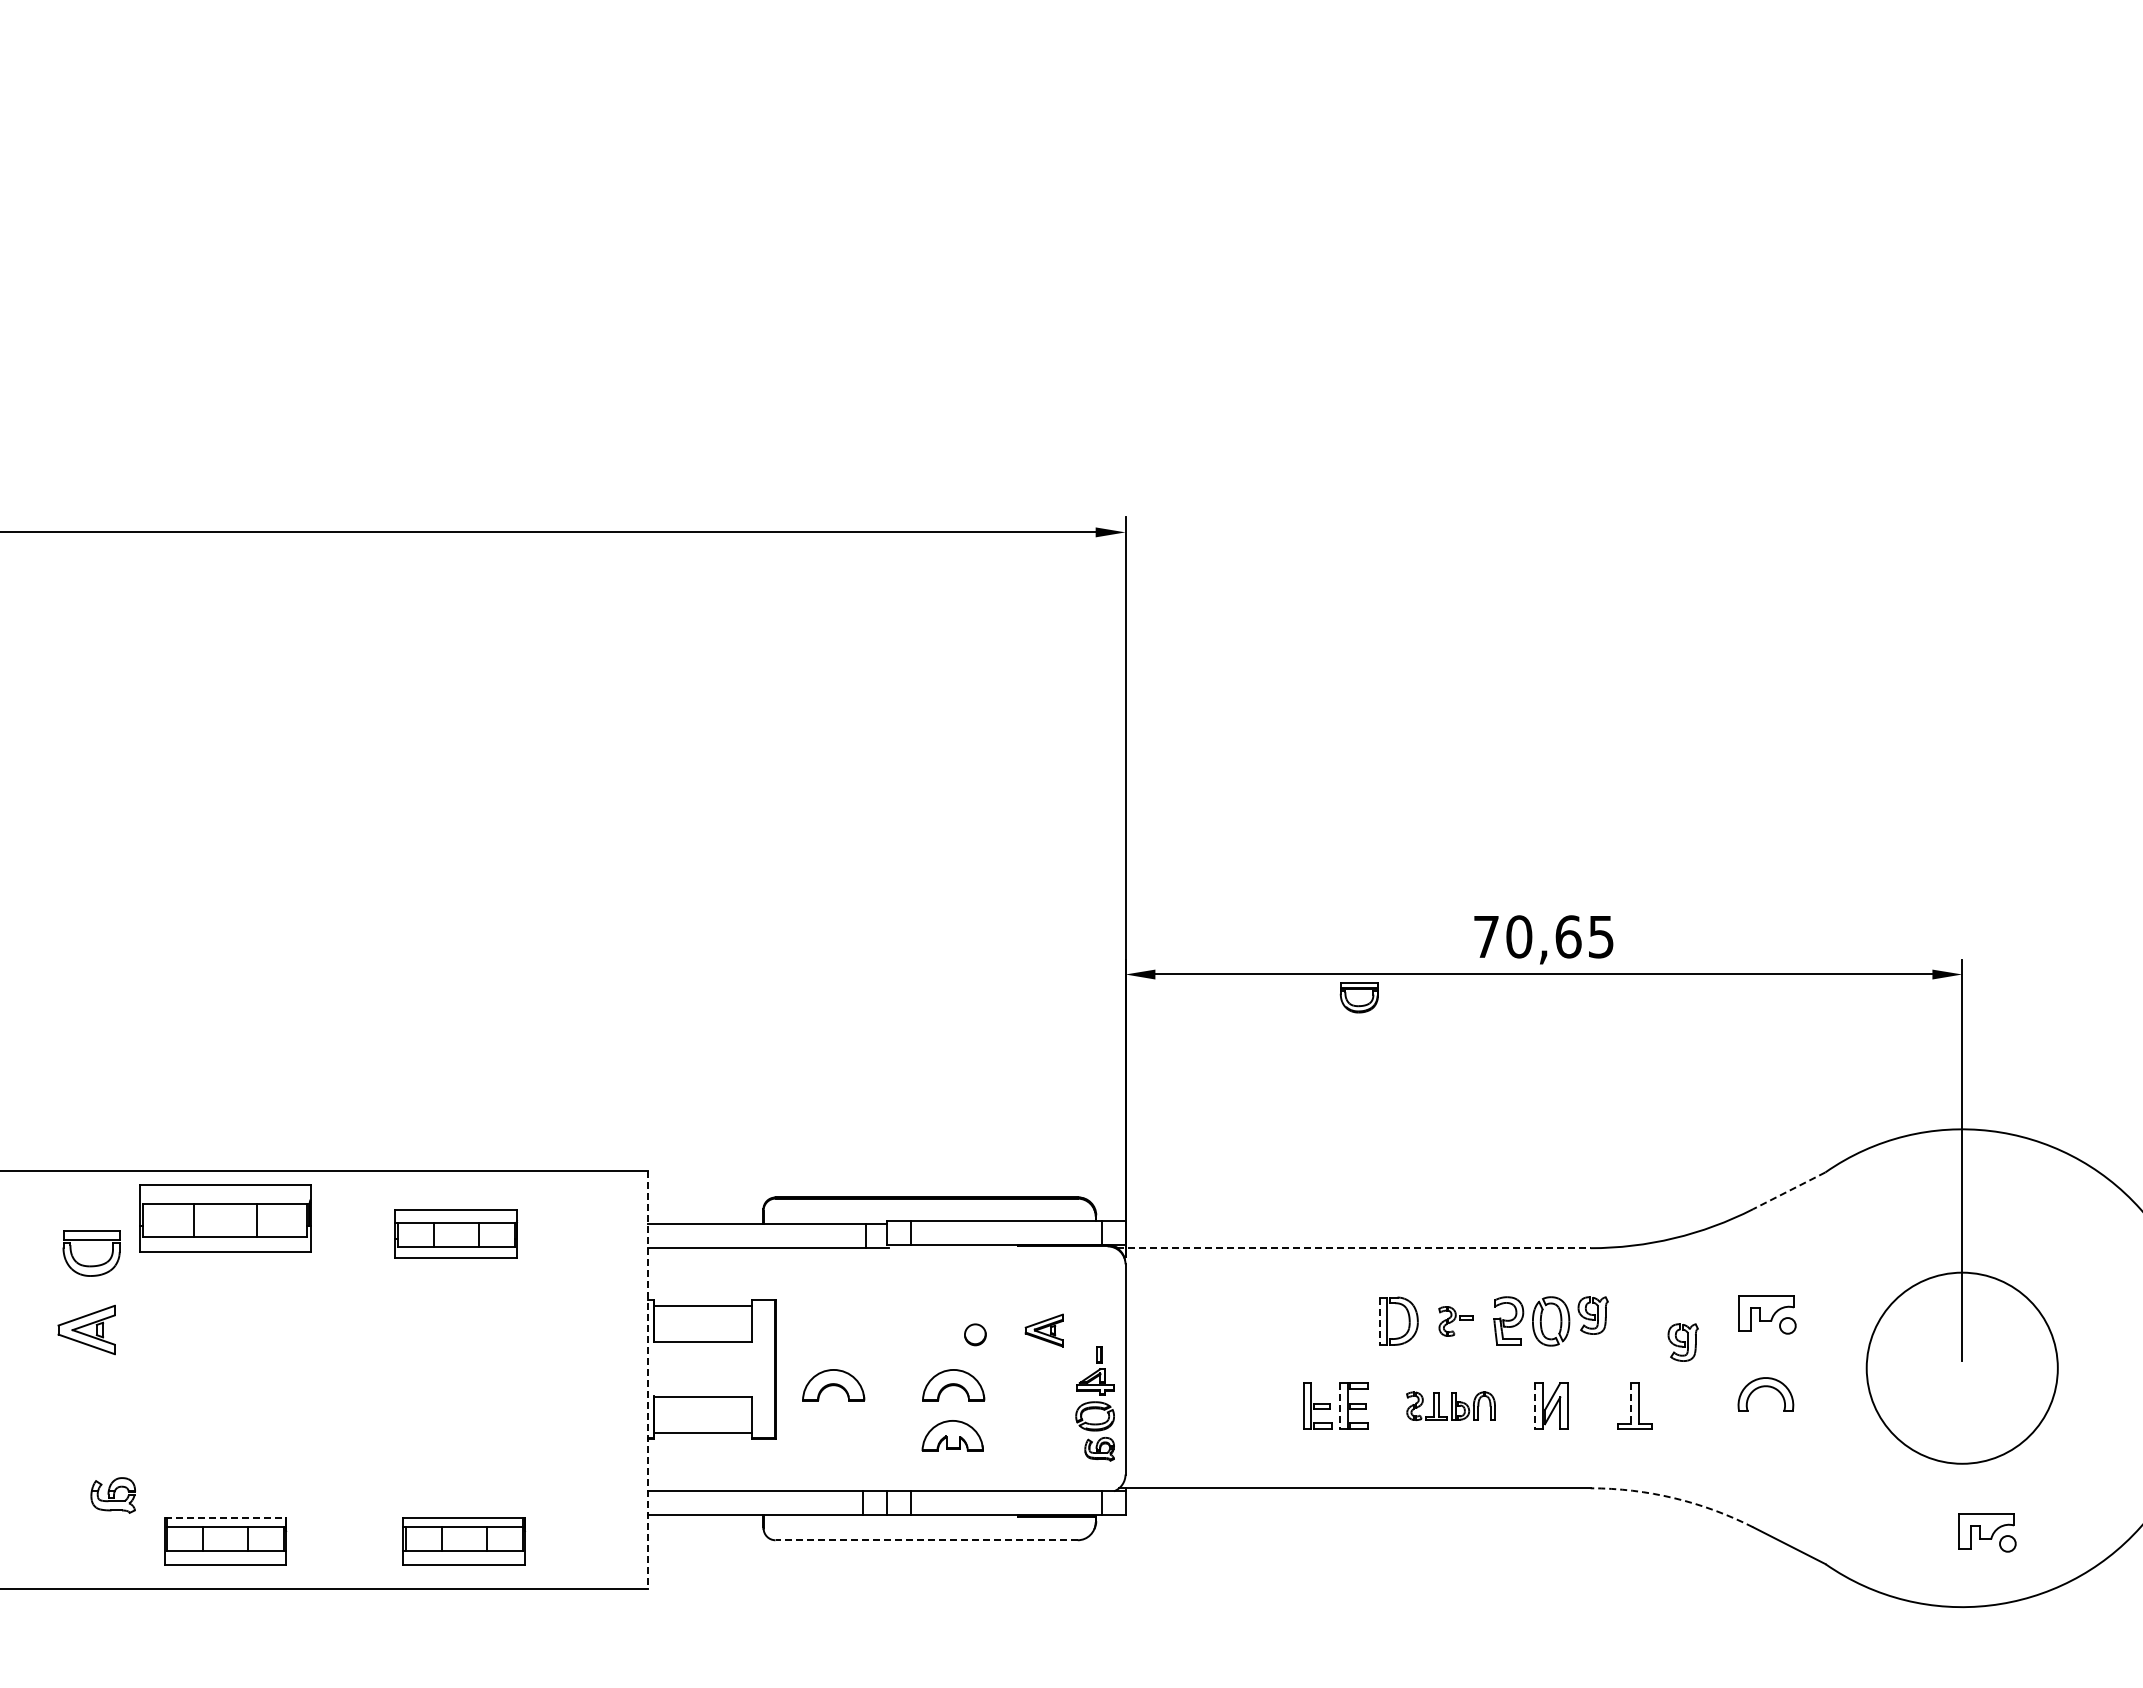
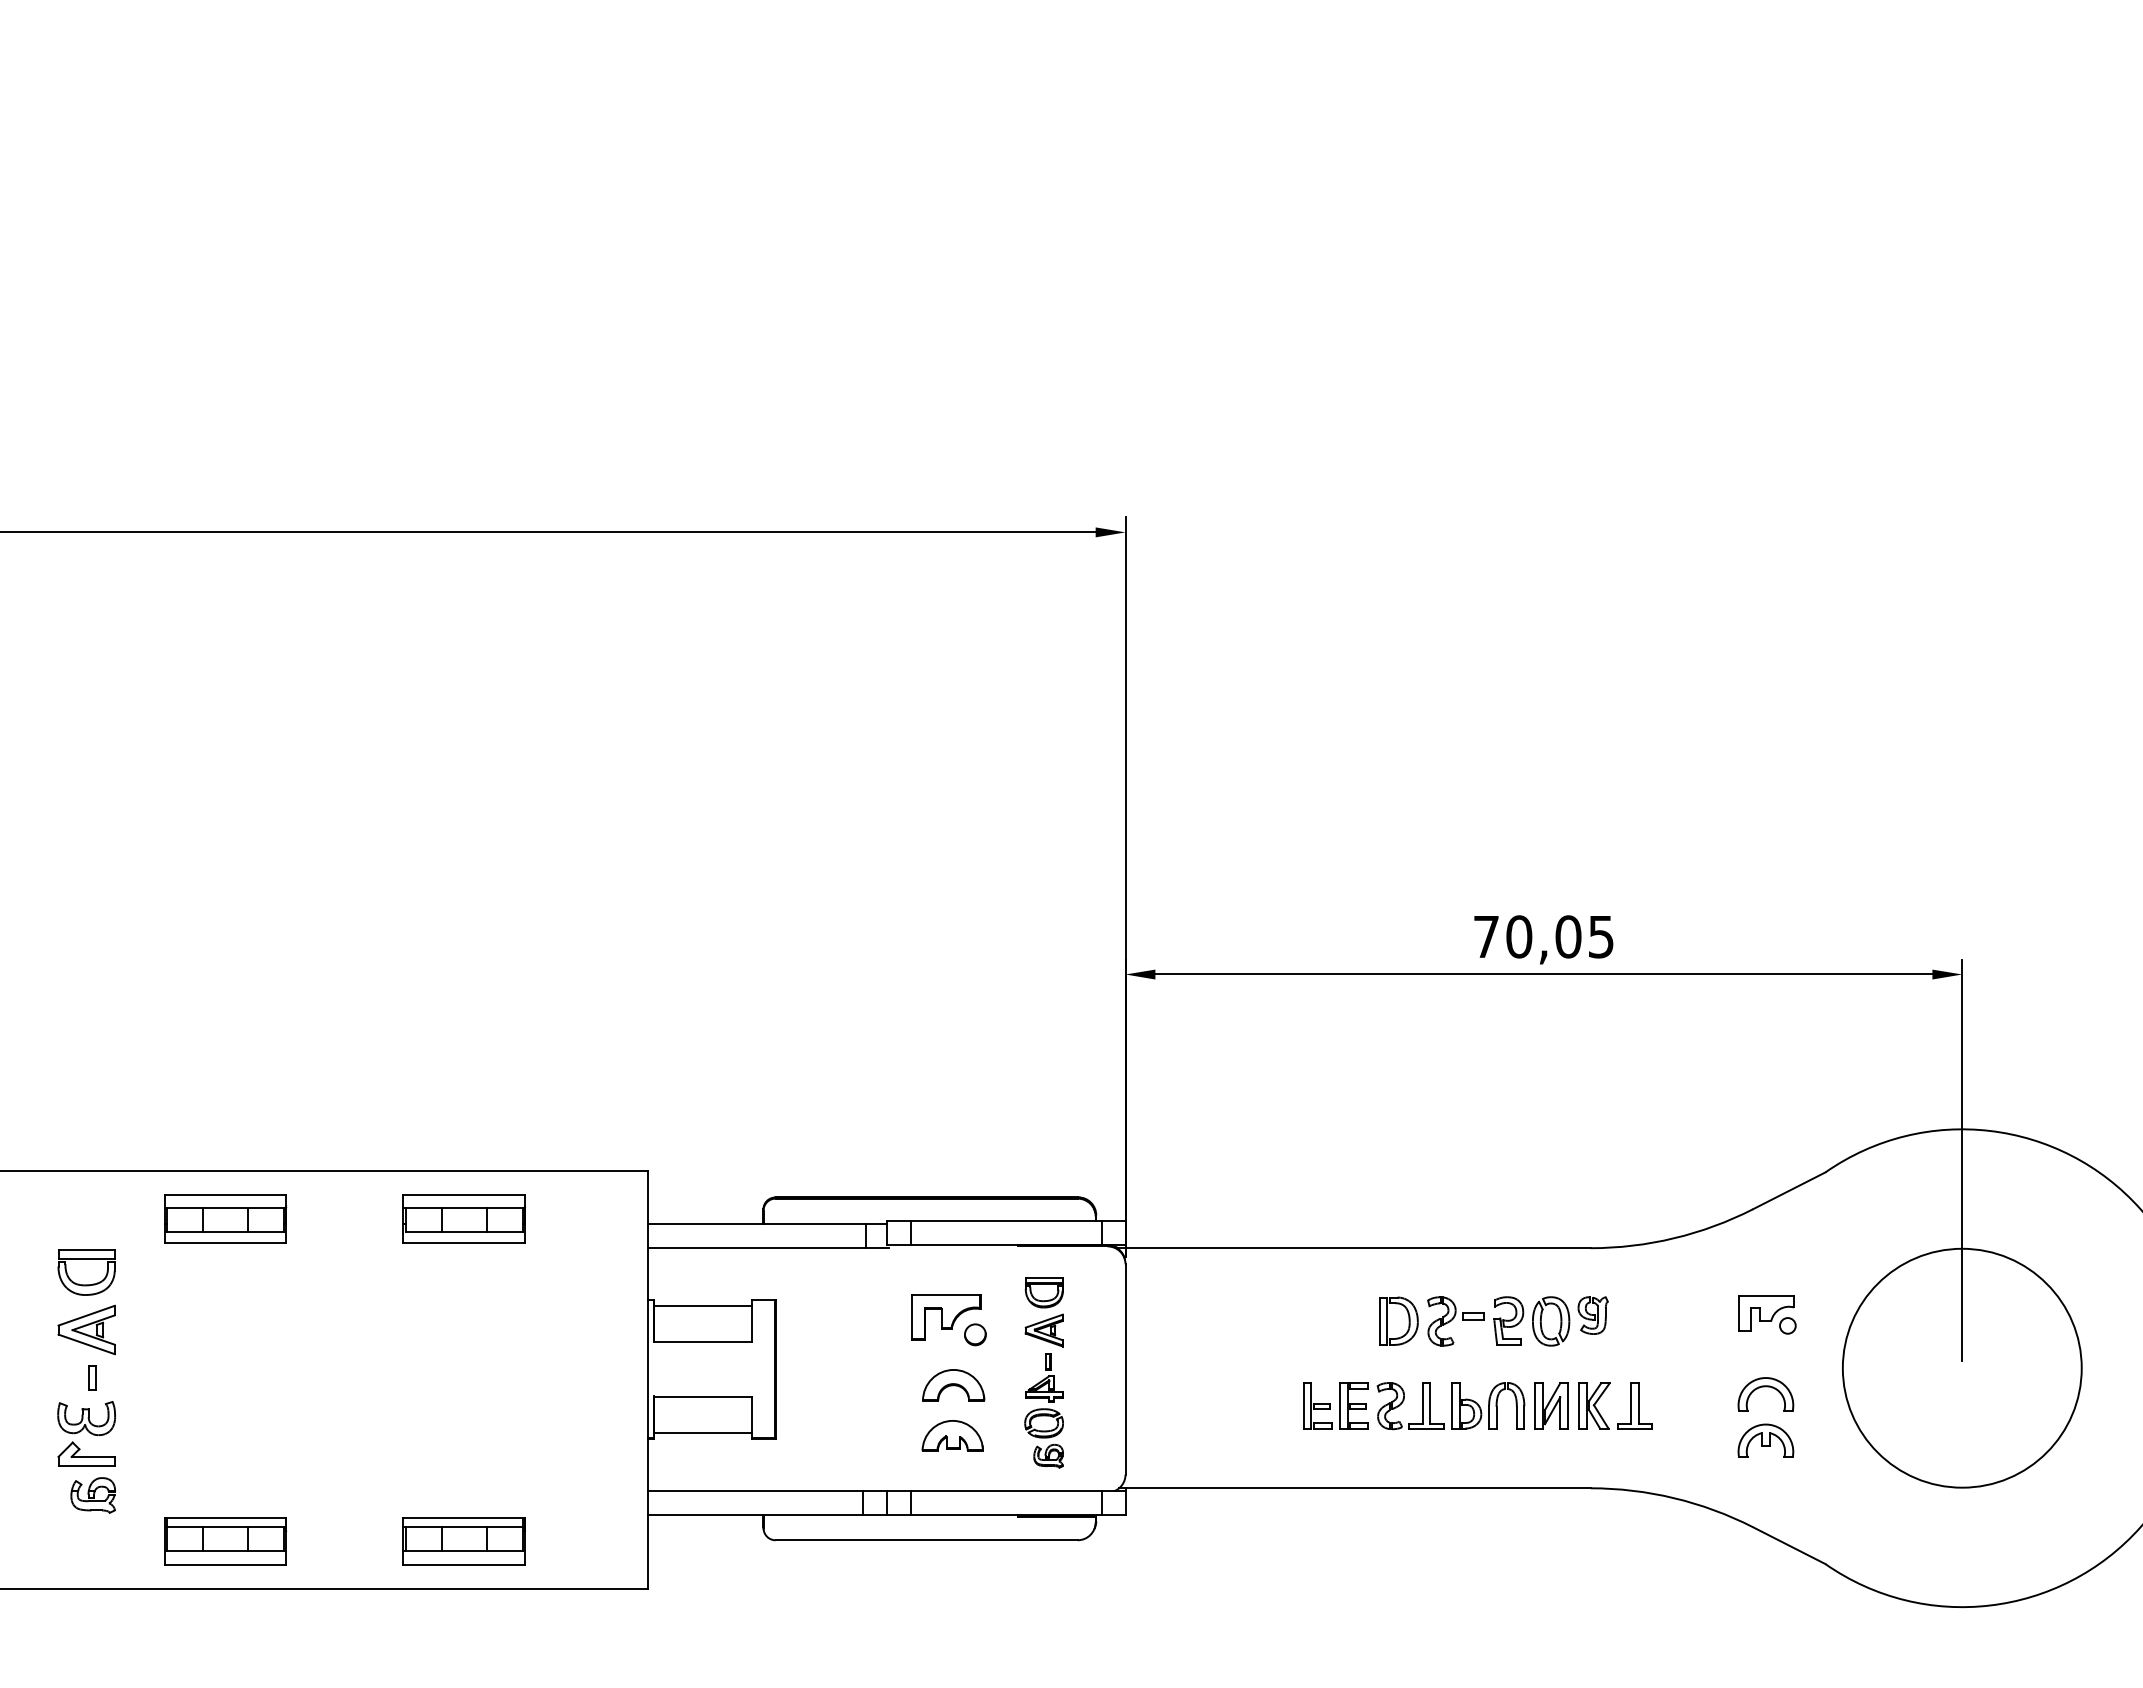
text at (1568, 936): 70,65 -> 70,05
part at (1358, 997) position: (1358, 997) -> (1043, 1292)
line at (1789, 1190): dashed -> solid
part at (225, 1218) size: 173x69 px -> 124x50 px
part at (455, 1233) position: (455, 1233) -> (463, 1218)
line at (1353, 1248): dashed -> solid
part at (91, 1265) position: (91, 1265) -> (86, 1284)
part at (946, 1317): none -> present
line at (1379, 1321): dashed -> solid
part at (1455, 1321) size: 36x31 px -> 58x51 px
part at (1682, 1342): present -> none
circle at (1961, 1367) diameter: 191 px -> 239 px
part at (92, 1377): none -> present
line at (648, 1380): dashed -> solid
part at (833, 1385): present -> none
part at (1094, 1403) position: (1094, 1403) -> (1043, 1410)
line at (1631, 1403): dashed -> solid
line at (1340, 1405): dashed -> solid
part at (1450, 1405) size: 90x30 px -> 150x49 px
line at (1534, 1405): dashed -> solid
part at (1594, 1405): none -> present
part at (86, 1433): none -> present
part at (1765, 1440): none -> present
part at (112, 1495) position: (112, 1495) -> (92, 1495)
arc at (1674, 1498): dashed -> solid
line at (225, 1517): dashed -> solid
part at (1987, 1532): present -> none
line at (926, 1540): dashed -> solid
